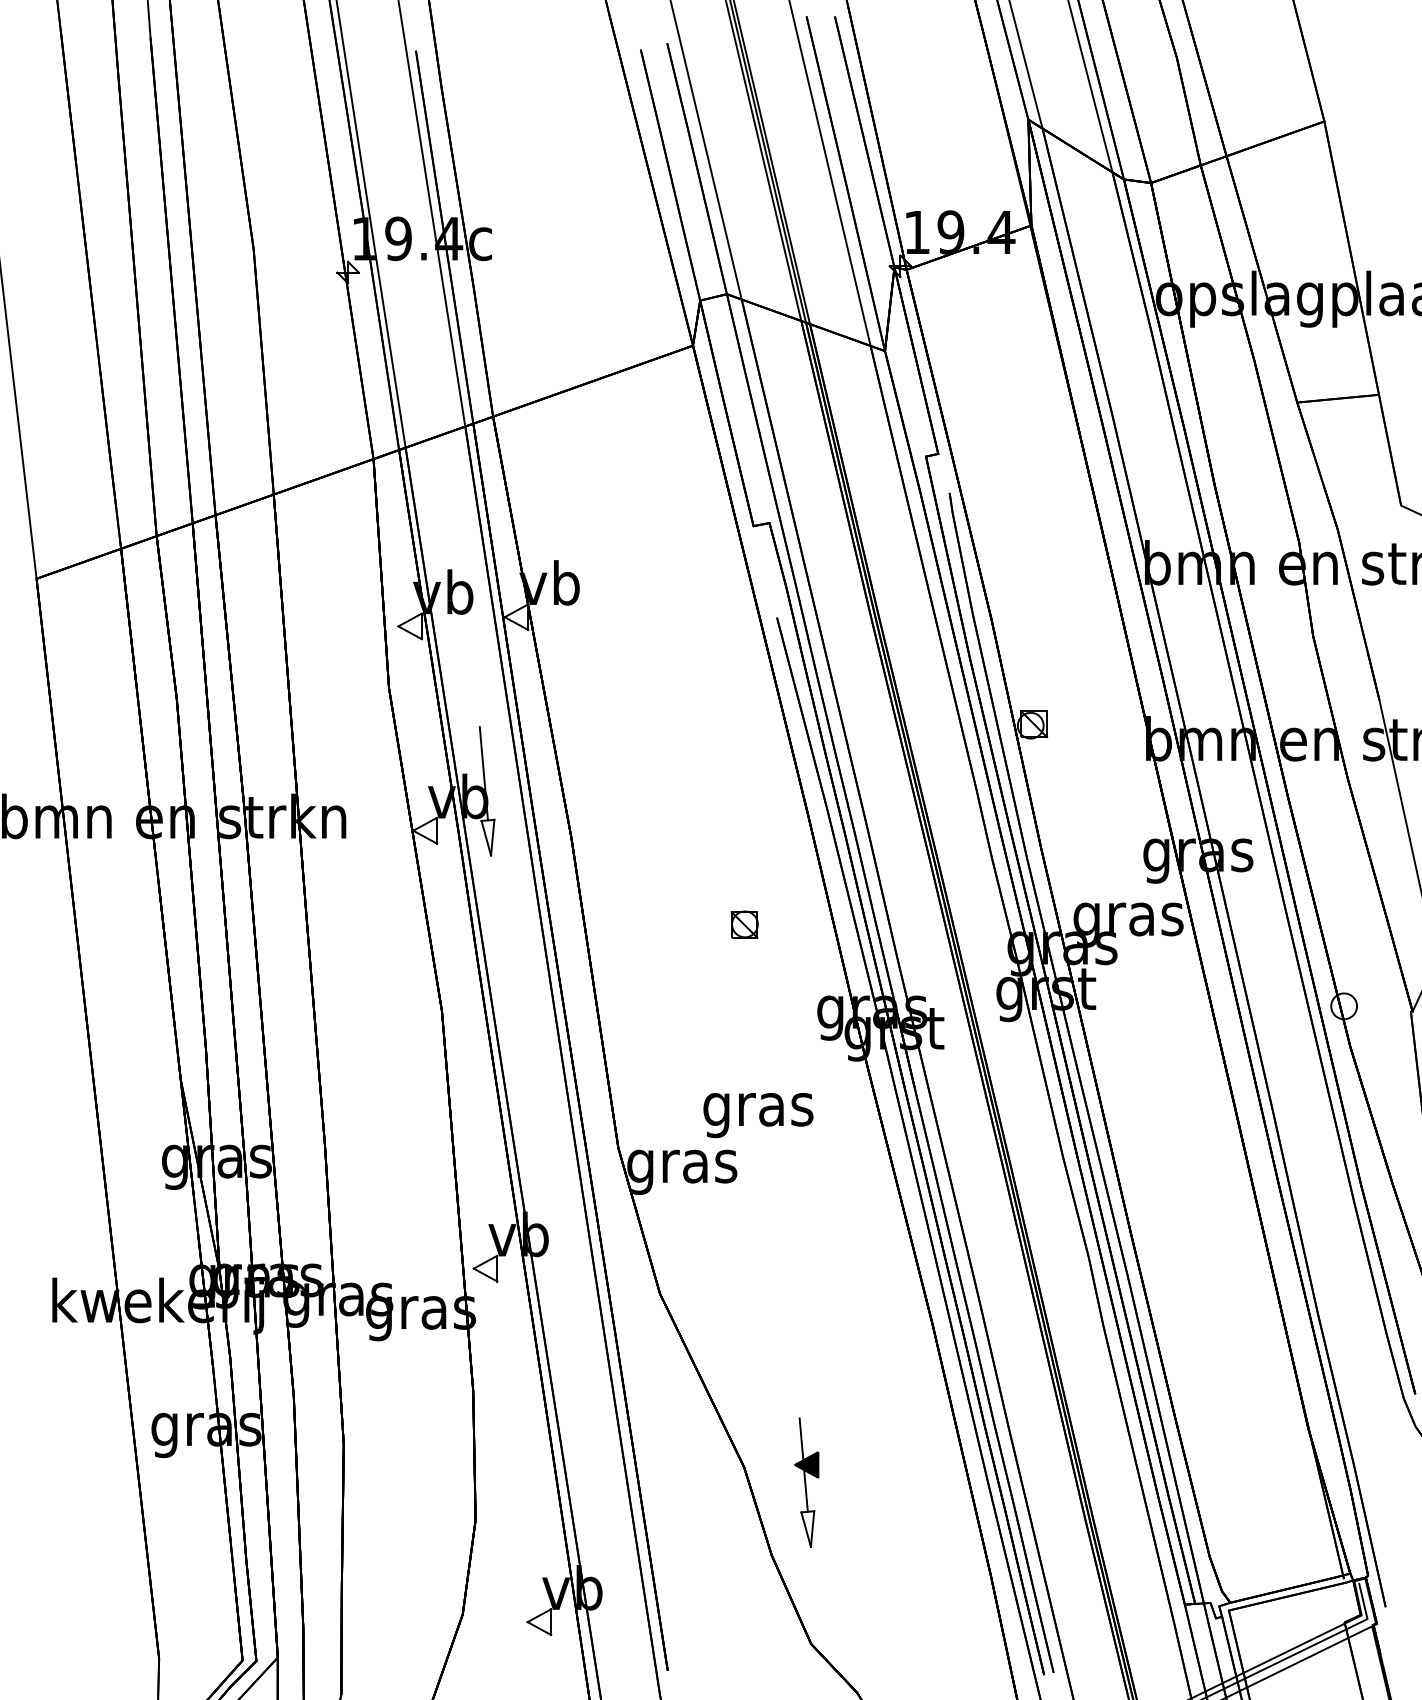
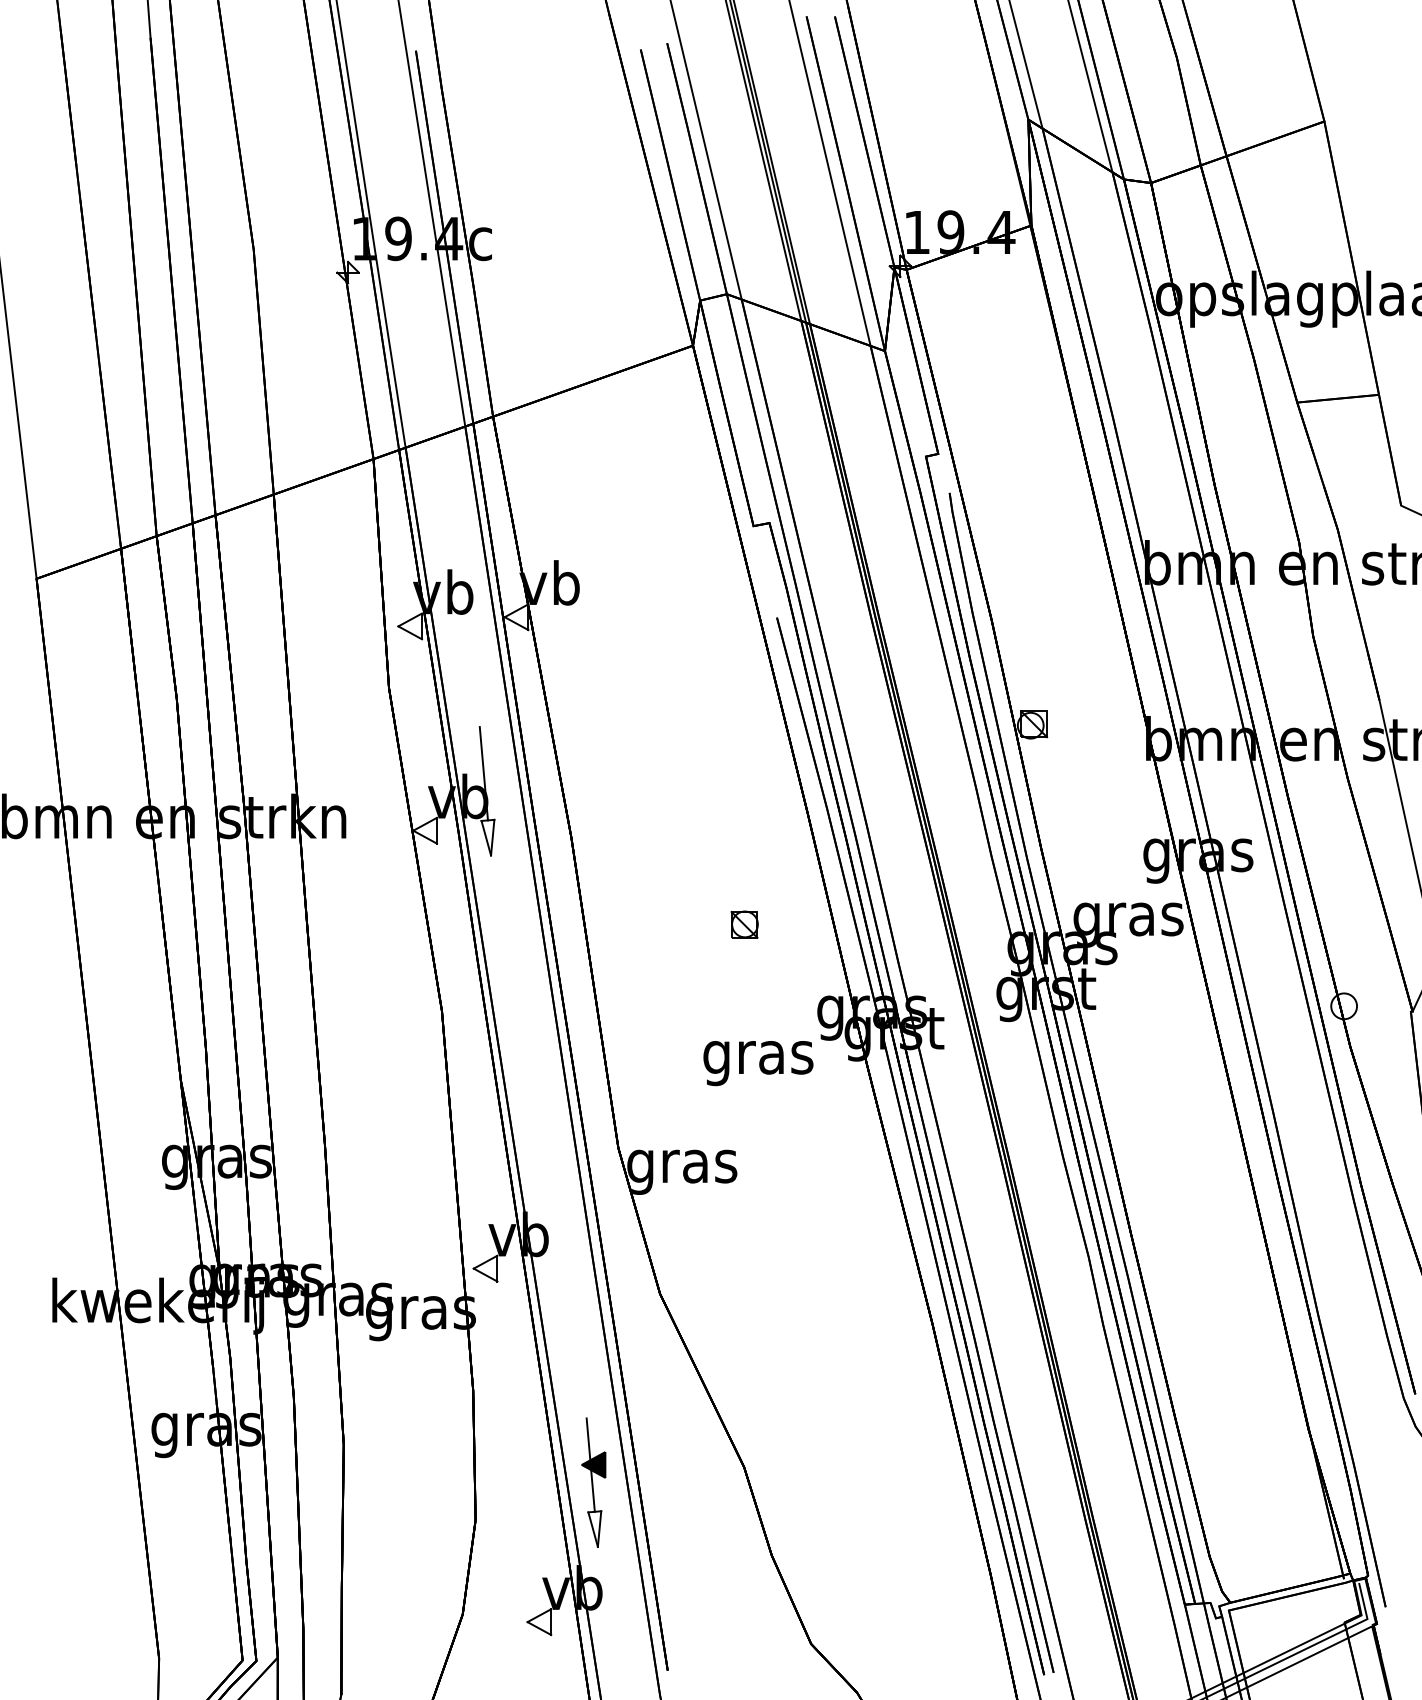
text at (758, 1115) position: (758, 1115) -> (758, 1063)
part at (806, 1482) position: (806, 1482) -> (593, 1482)
